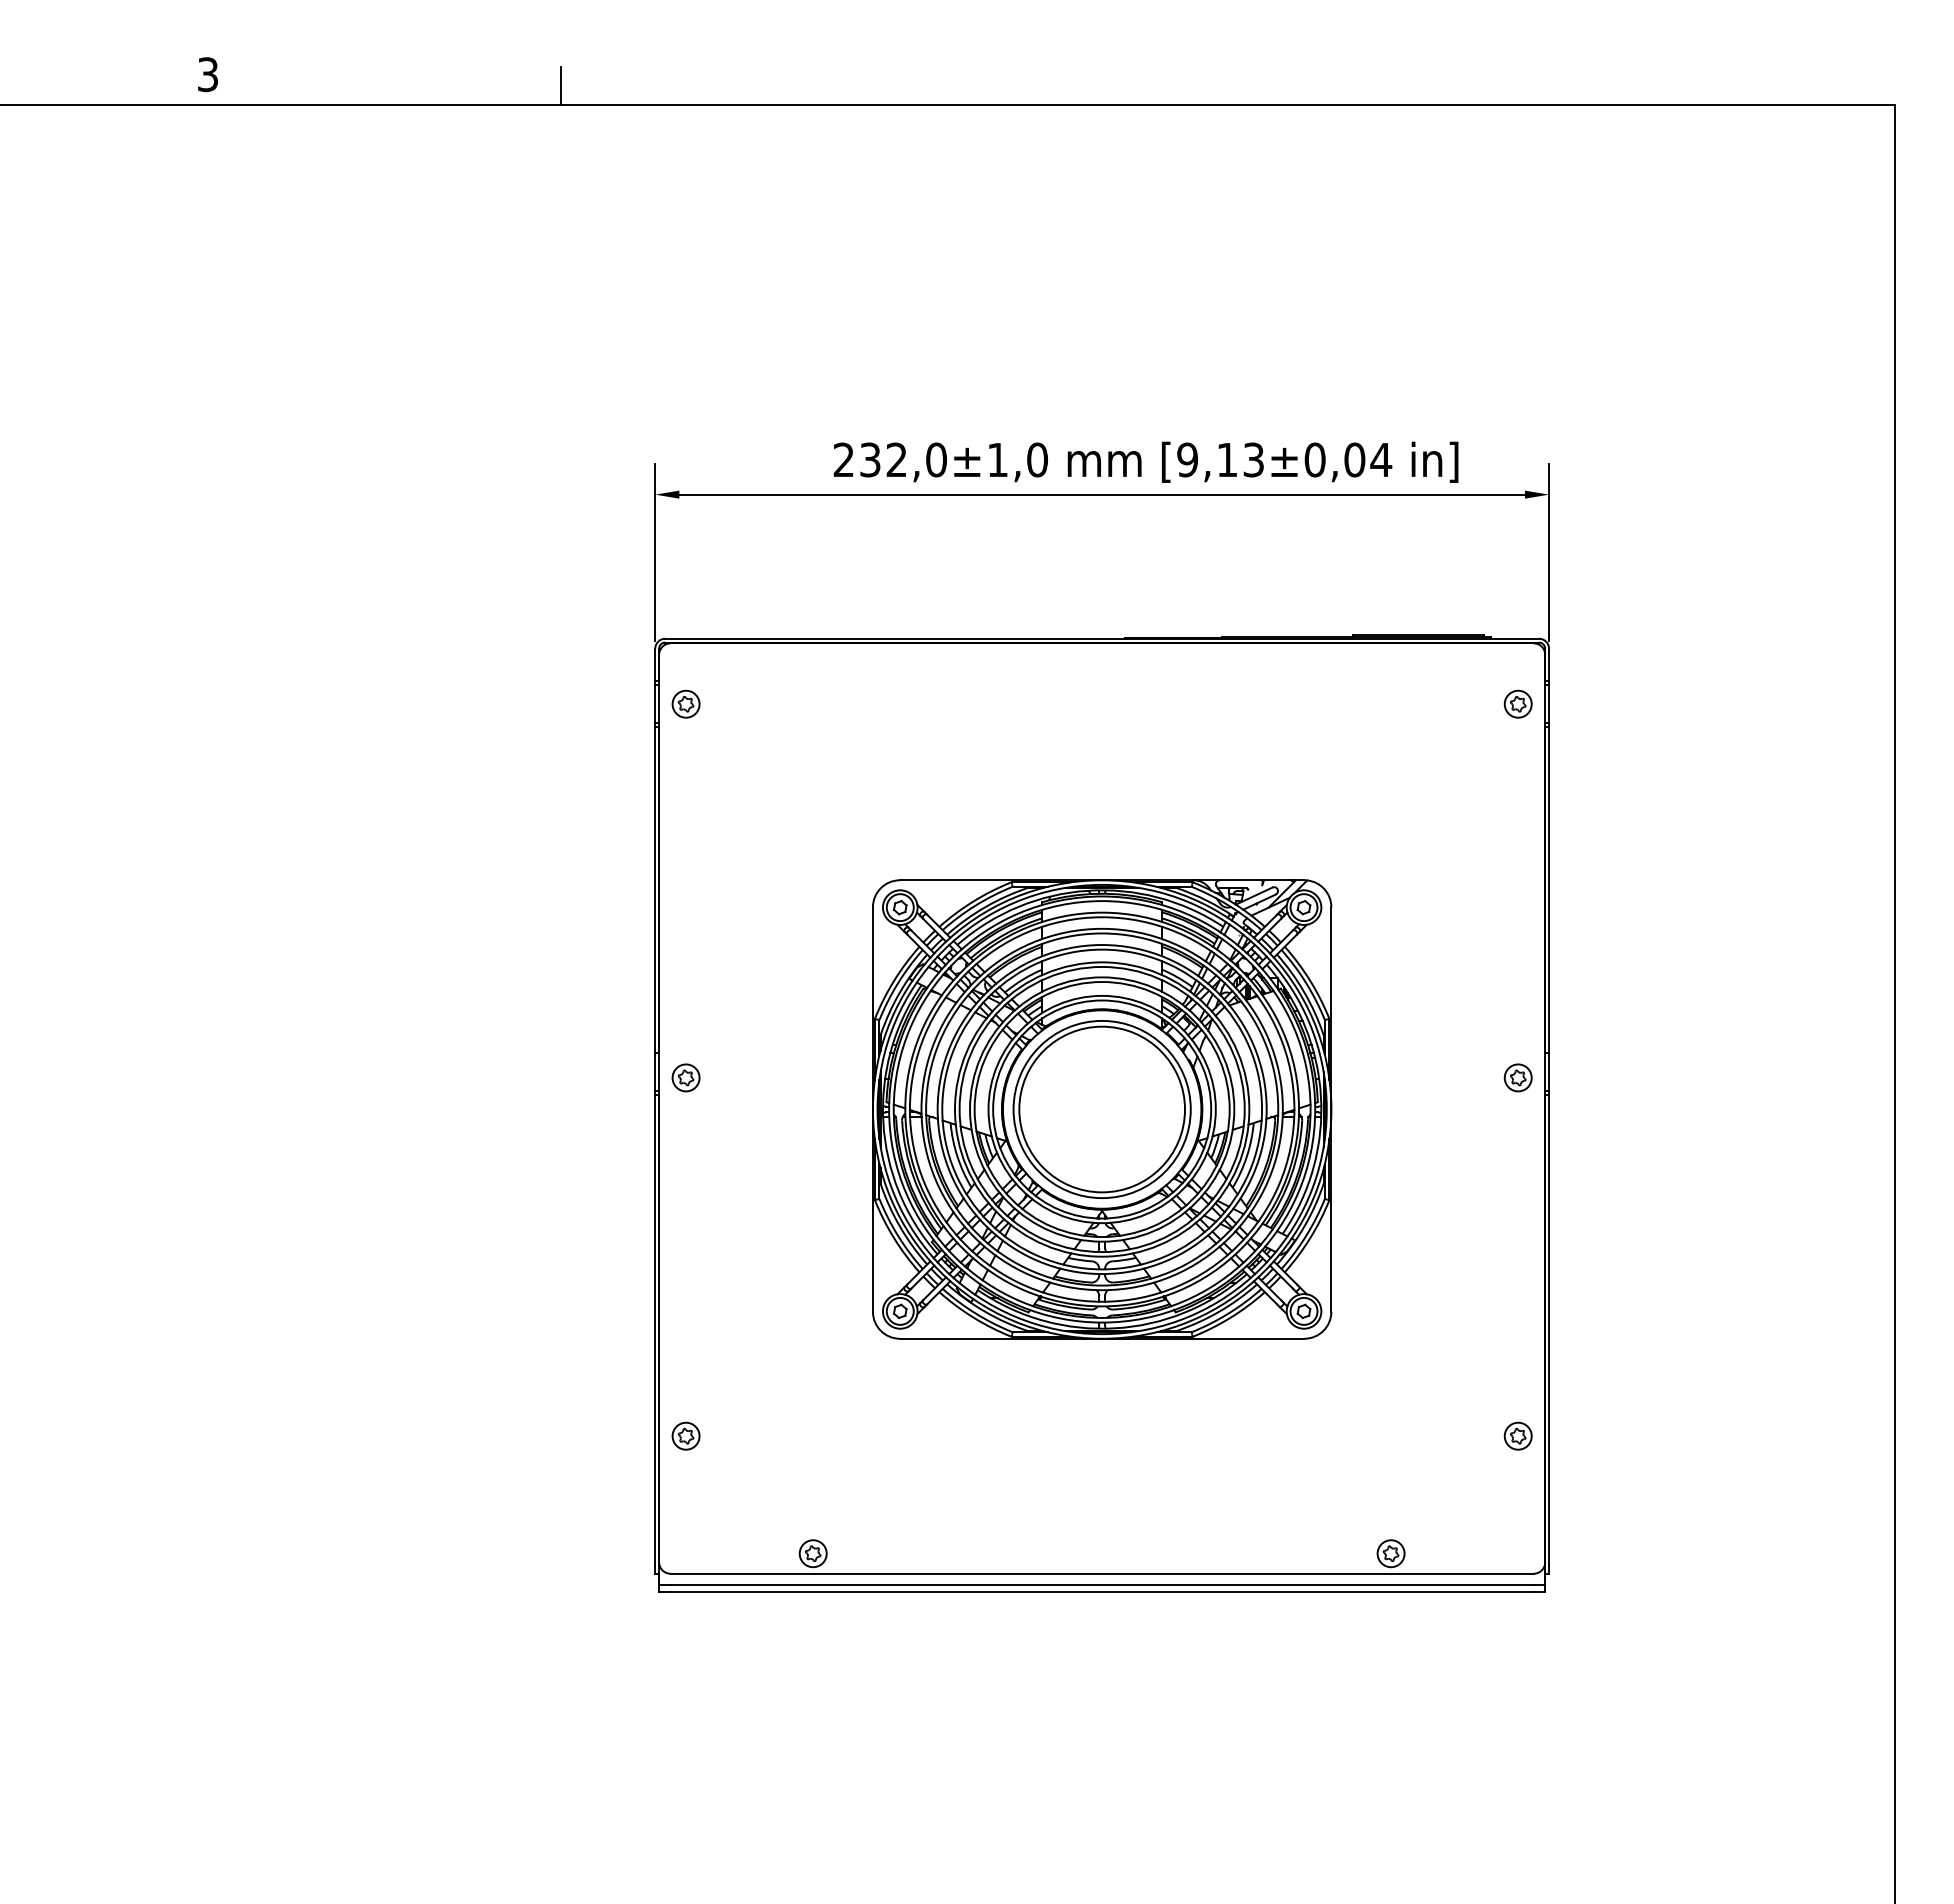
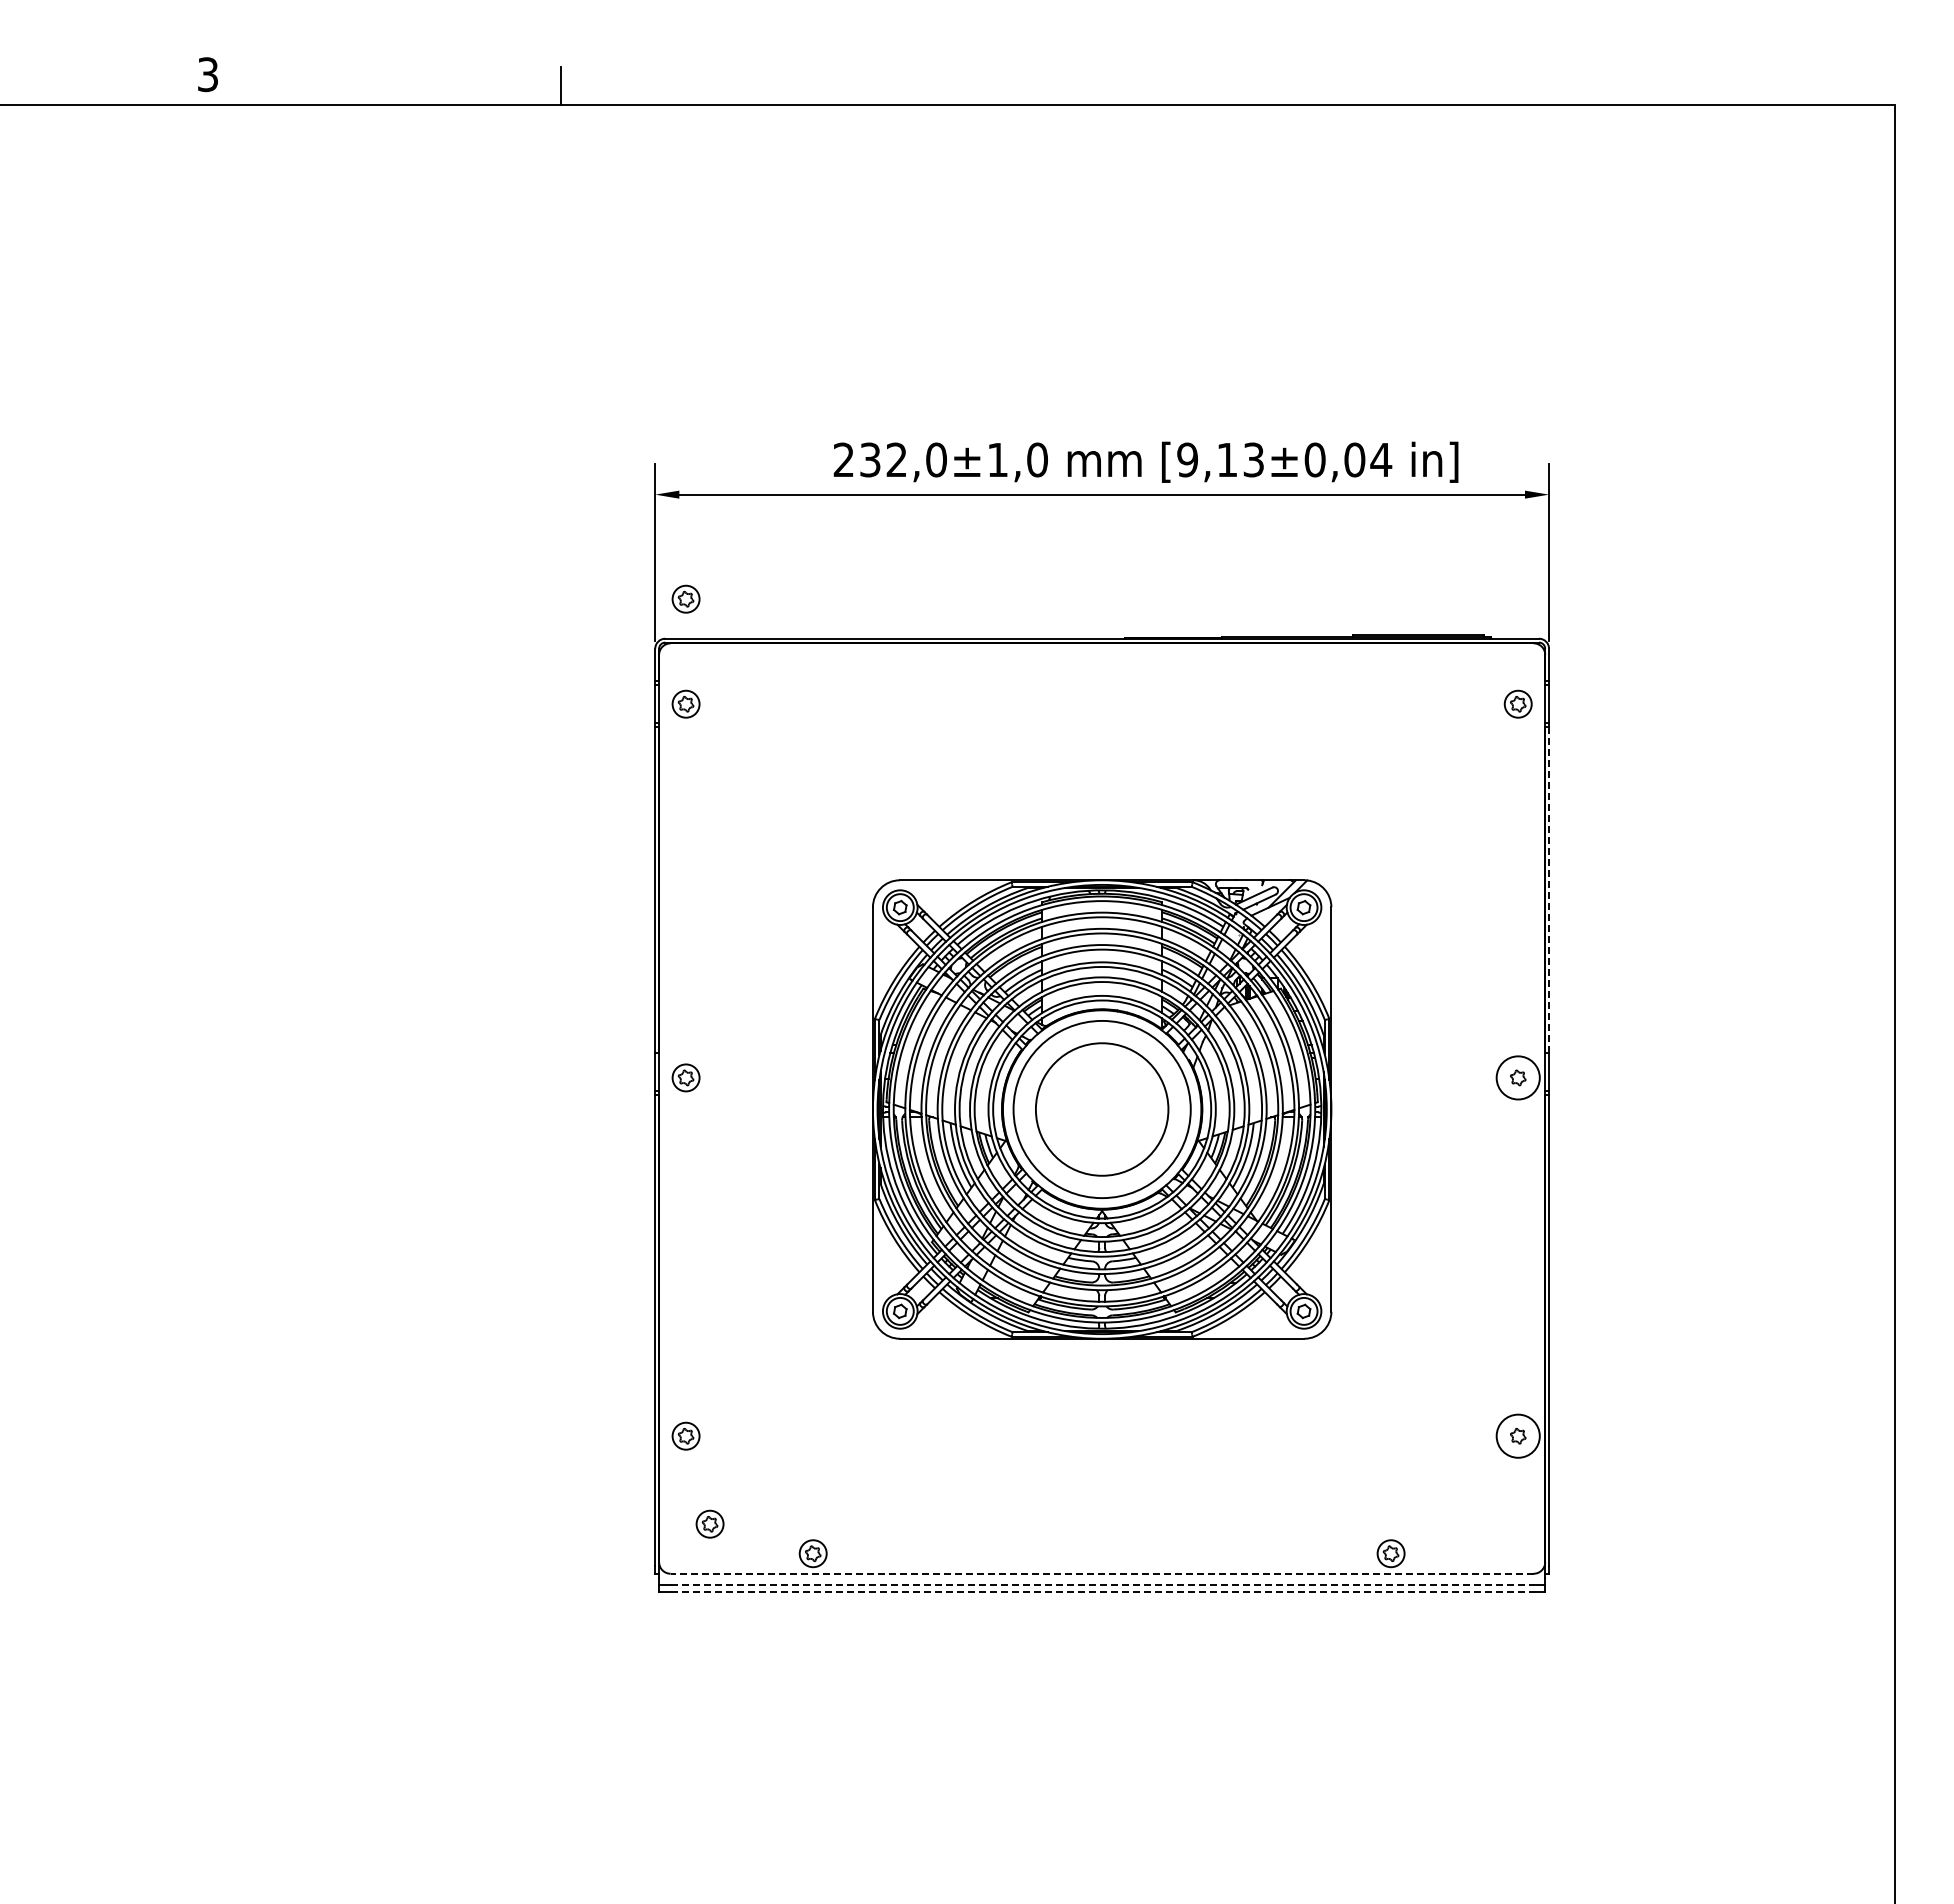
part at (685, 598): none -> present
line at (1549, 890): solid -> dashed
circle at (1517, 1077) diameter: 27 px -> 43 px
circle at (1102, 1109) diameter: 166 px -> 133 px
circle at (1517, 1435) diameter: 27 px -> 43 px
part at (709, 1523): none -> present
line at (1101, 1573): solid -> dashed
line at (1102, 1584): solid -> dashed
line at (1102, 1592): solid -> dashed
